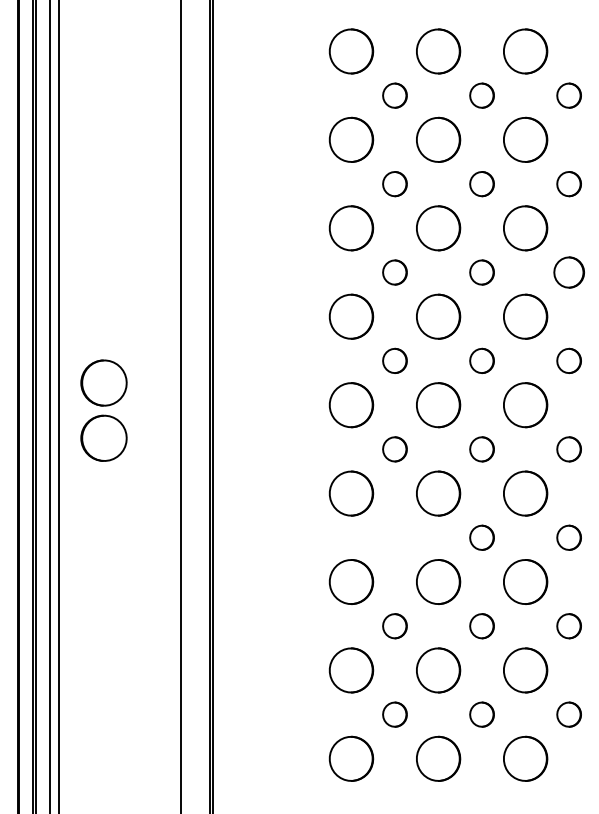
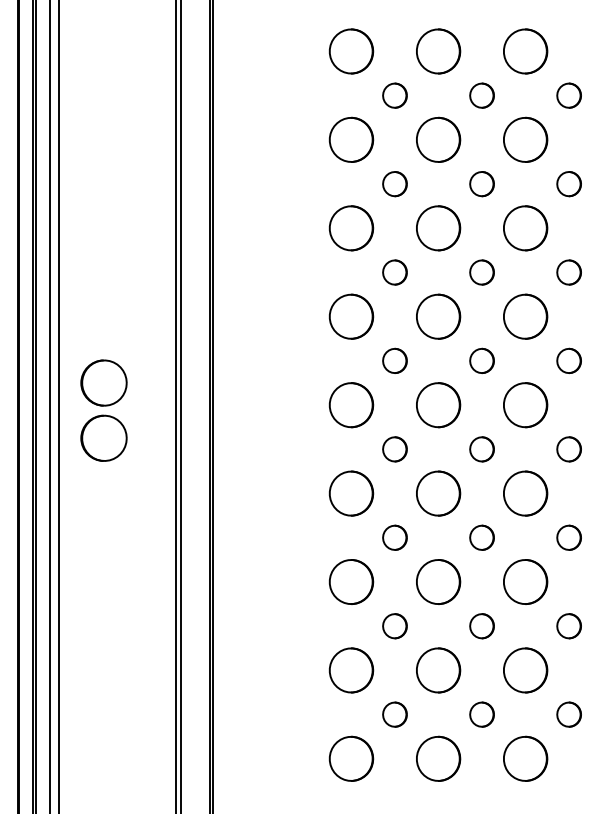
part at (568, 272) size: 32x33 px -> 26x27 px
line at (175, 406): none -> present
part at (394, 537): none -> present
